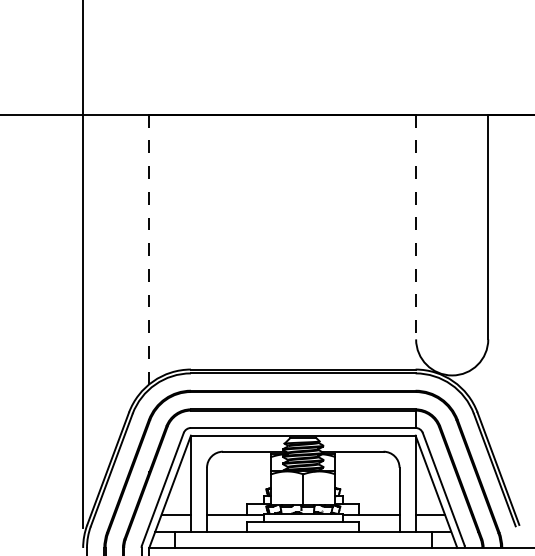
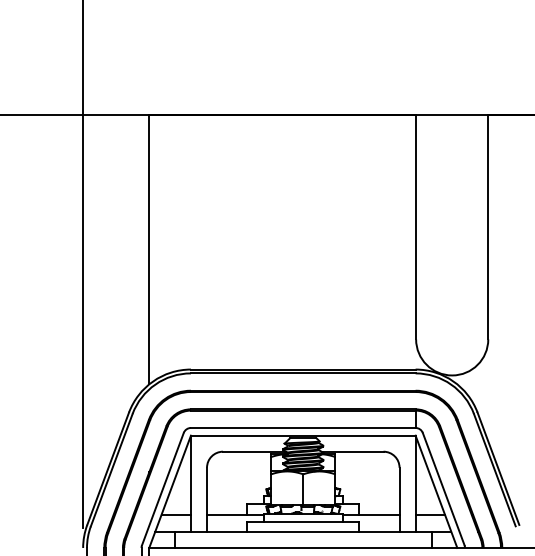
line at (416, 227): dashed -> solid
line at (149, 249): dashed -> solid
